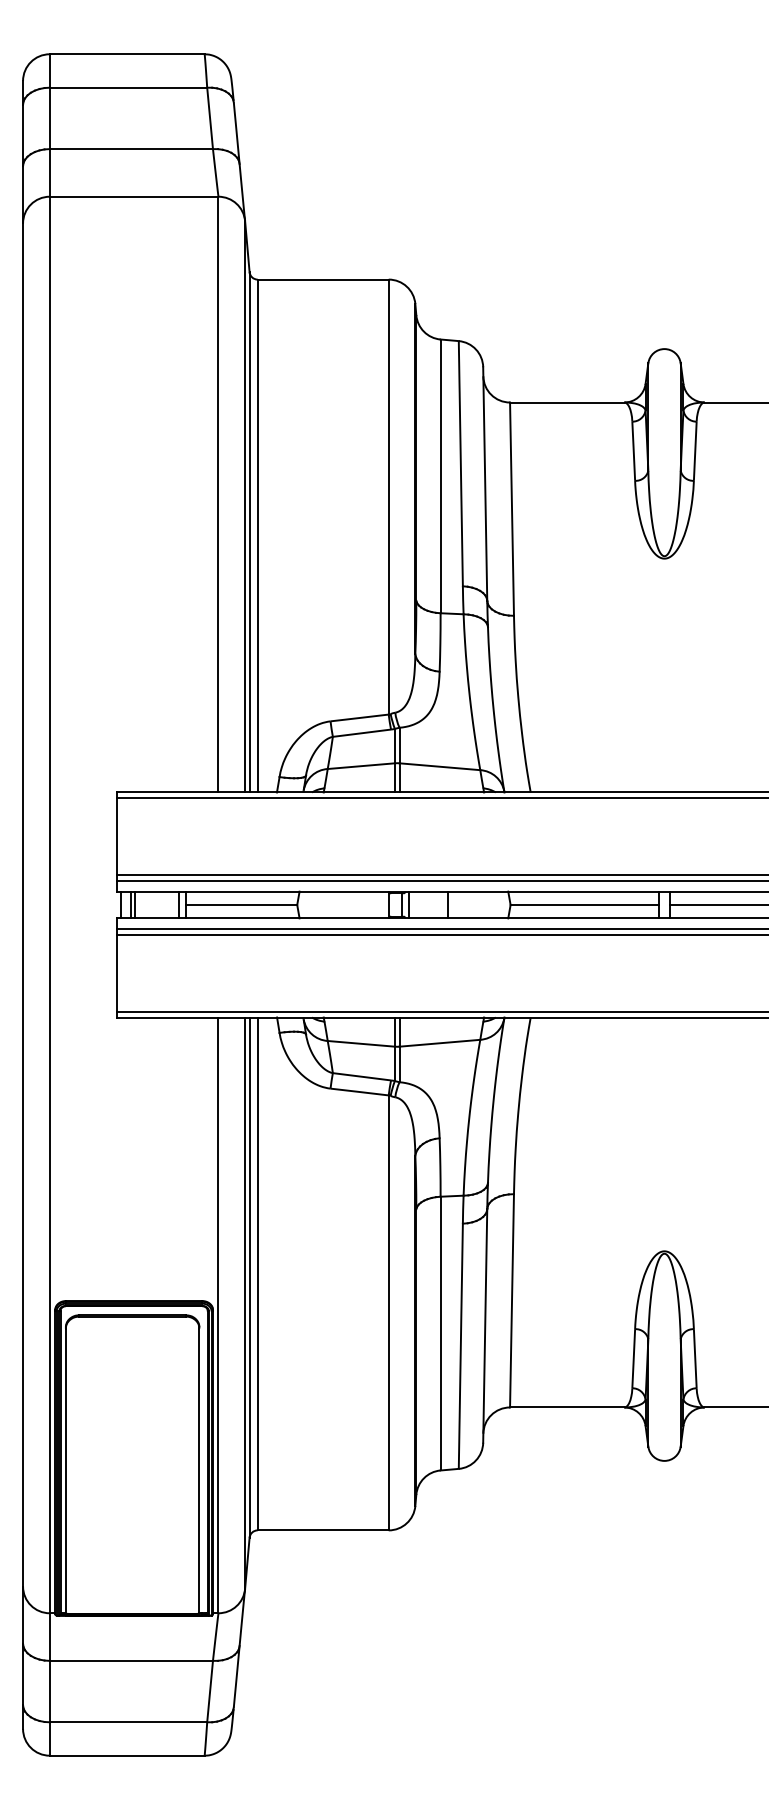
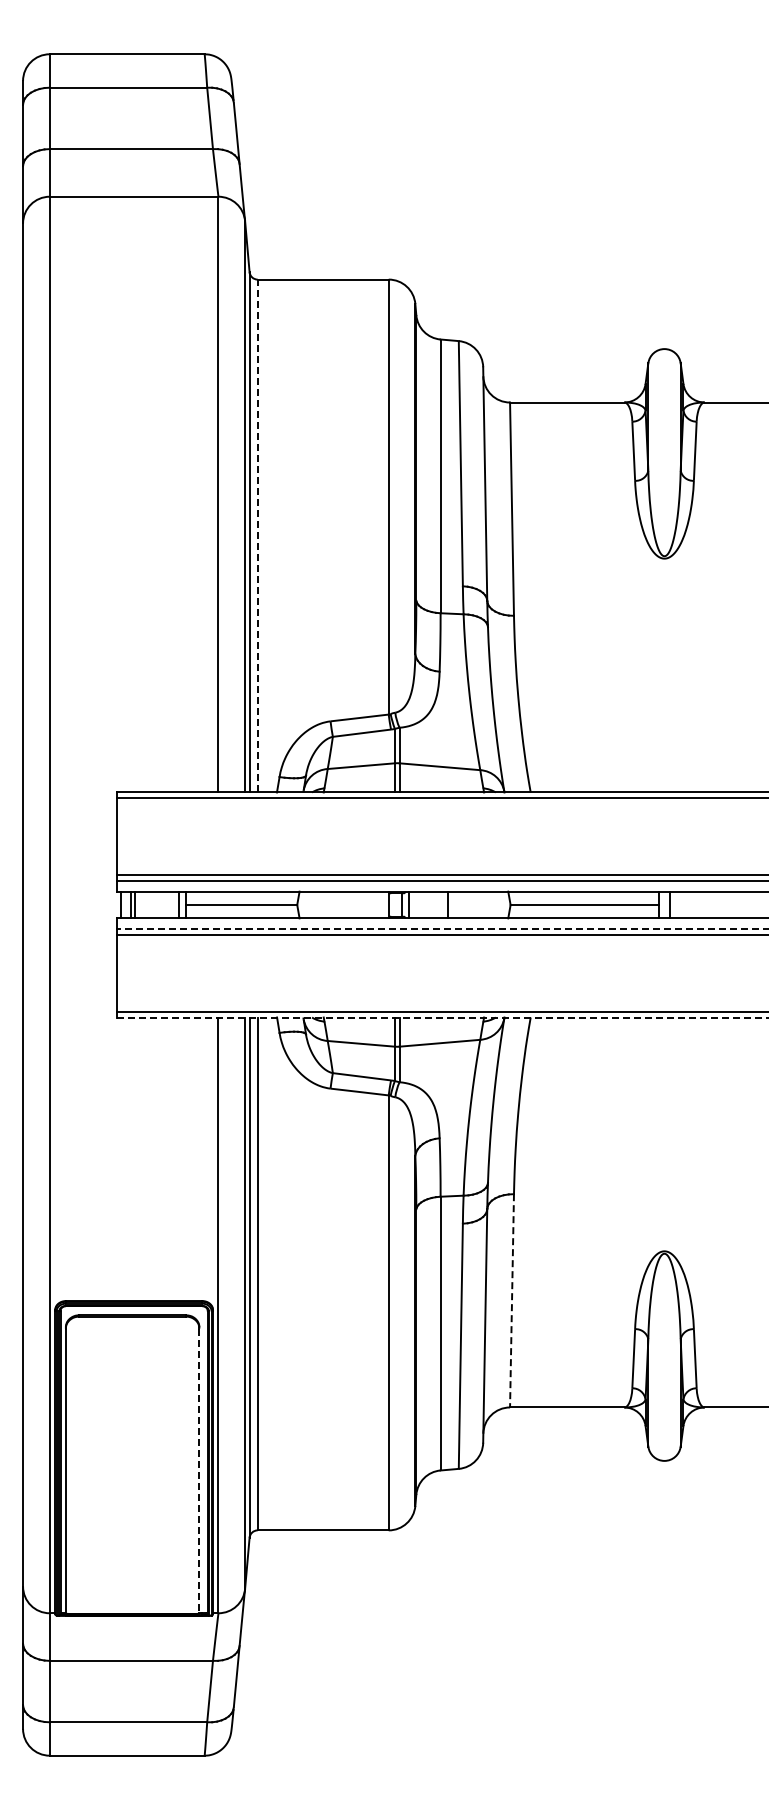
line at (257, 535): solid -> dashed
line at (717, 905): present -> none
line at (442, 929): solid -> dashed
line at (442, 1017): solid -> dashed
line at (512, 1300): solid -> dashed
line at (199, 1471): solid -> dashed
